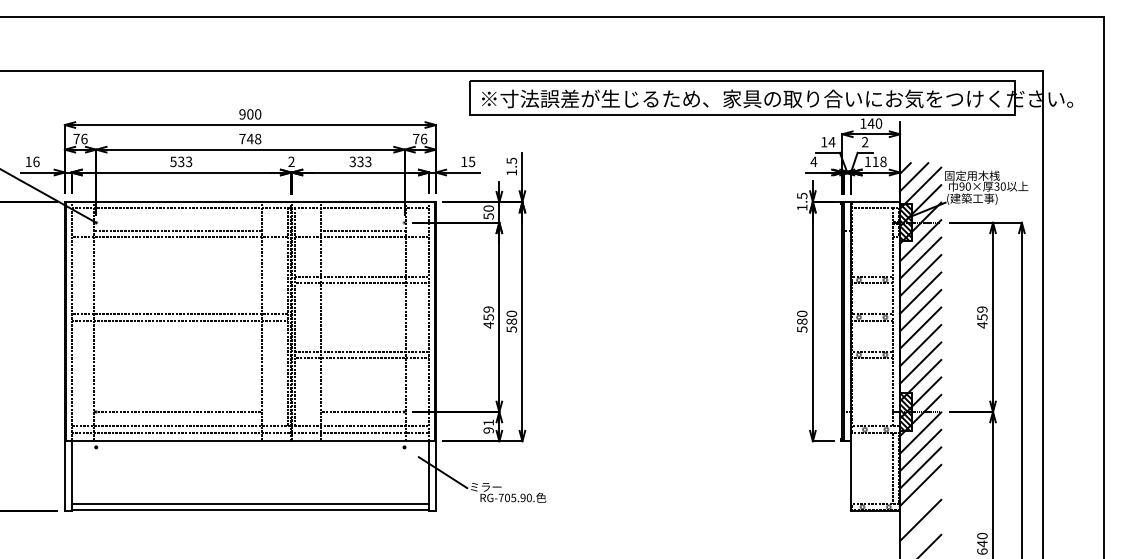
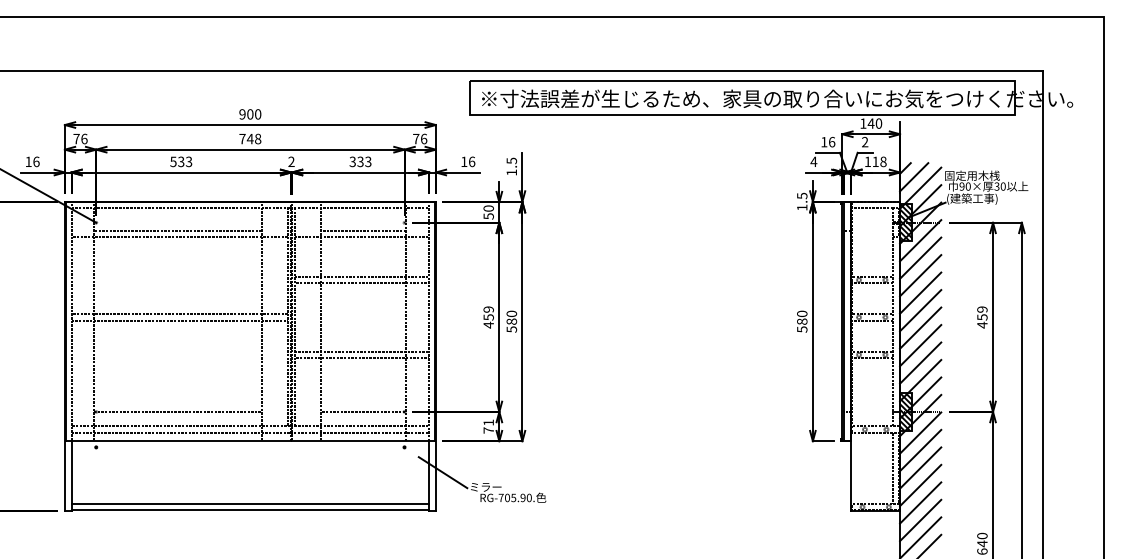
text at (831, 141): 14 -> 16
text at (471, 161): 15 -> 16
text at (488, 430): 91 -> 71
line at (920, 502): none -> present
line at (921, 536): none -> present
